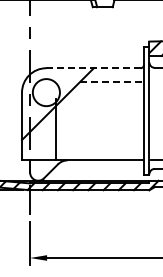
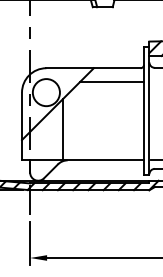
line at (94, 68): dashed -> solid
line at (112, 81): dashed -> solid
line at (55, 129) position: (55, 129) -> (62, 129)
